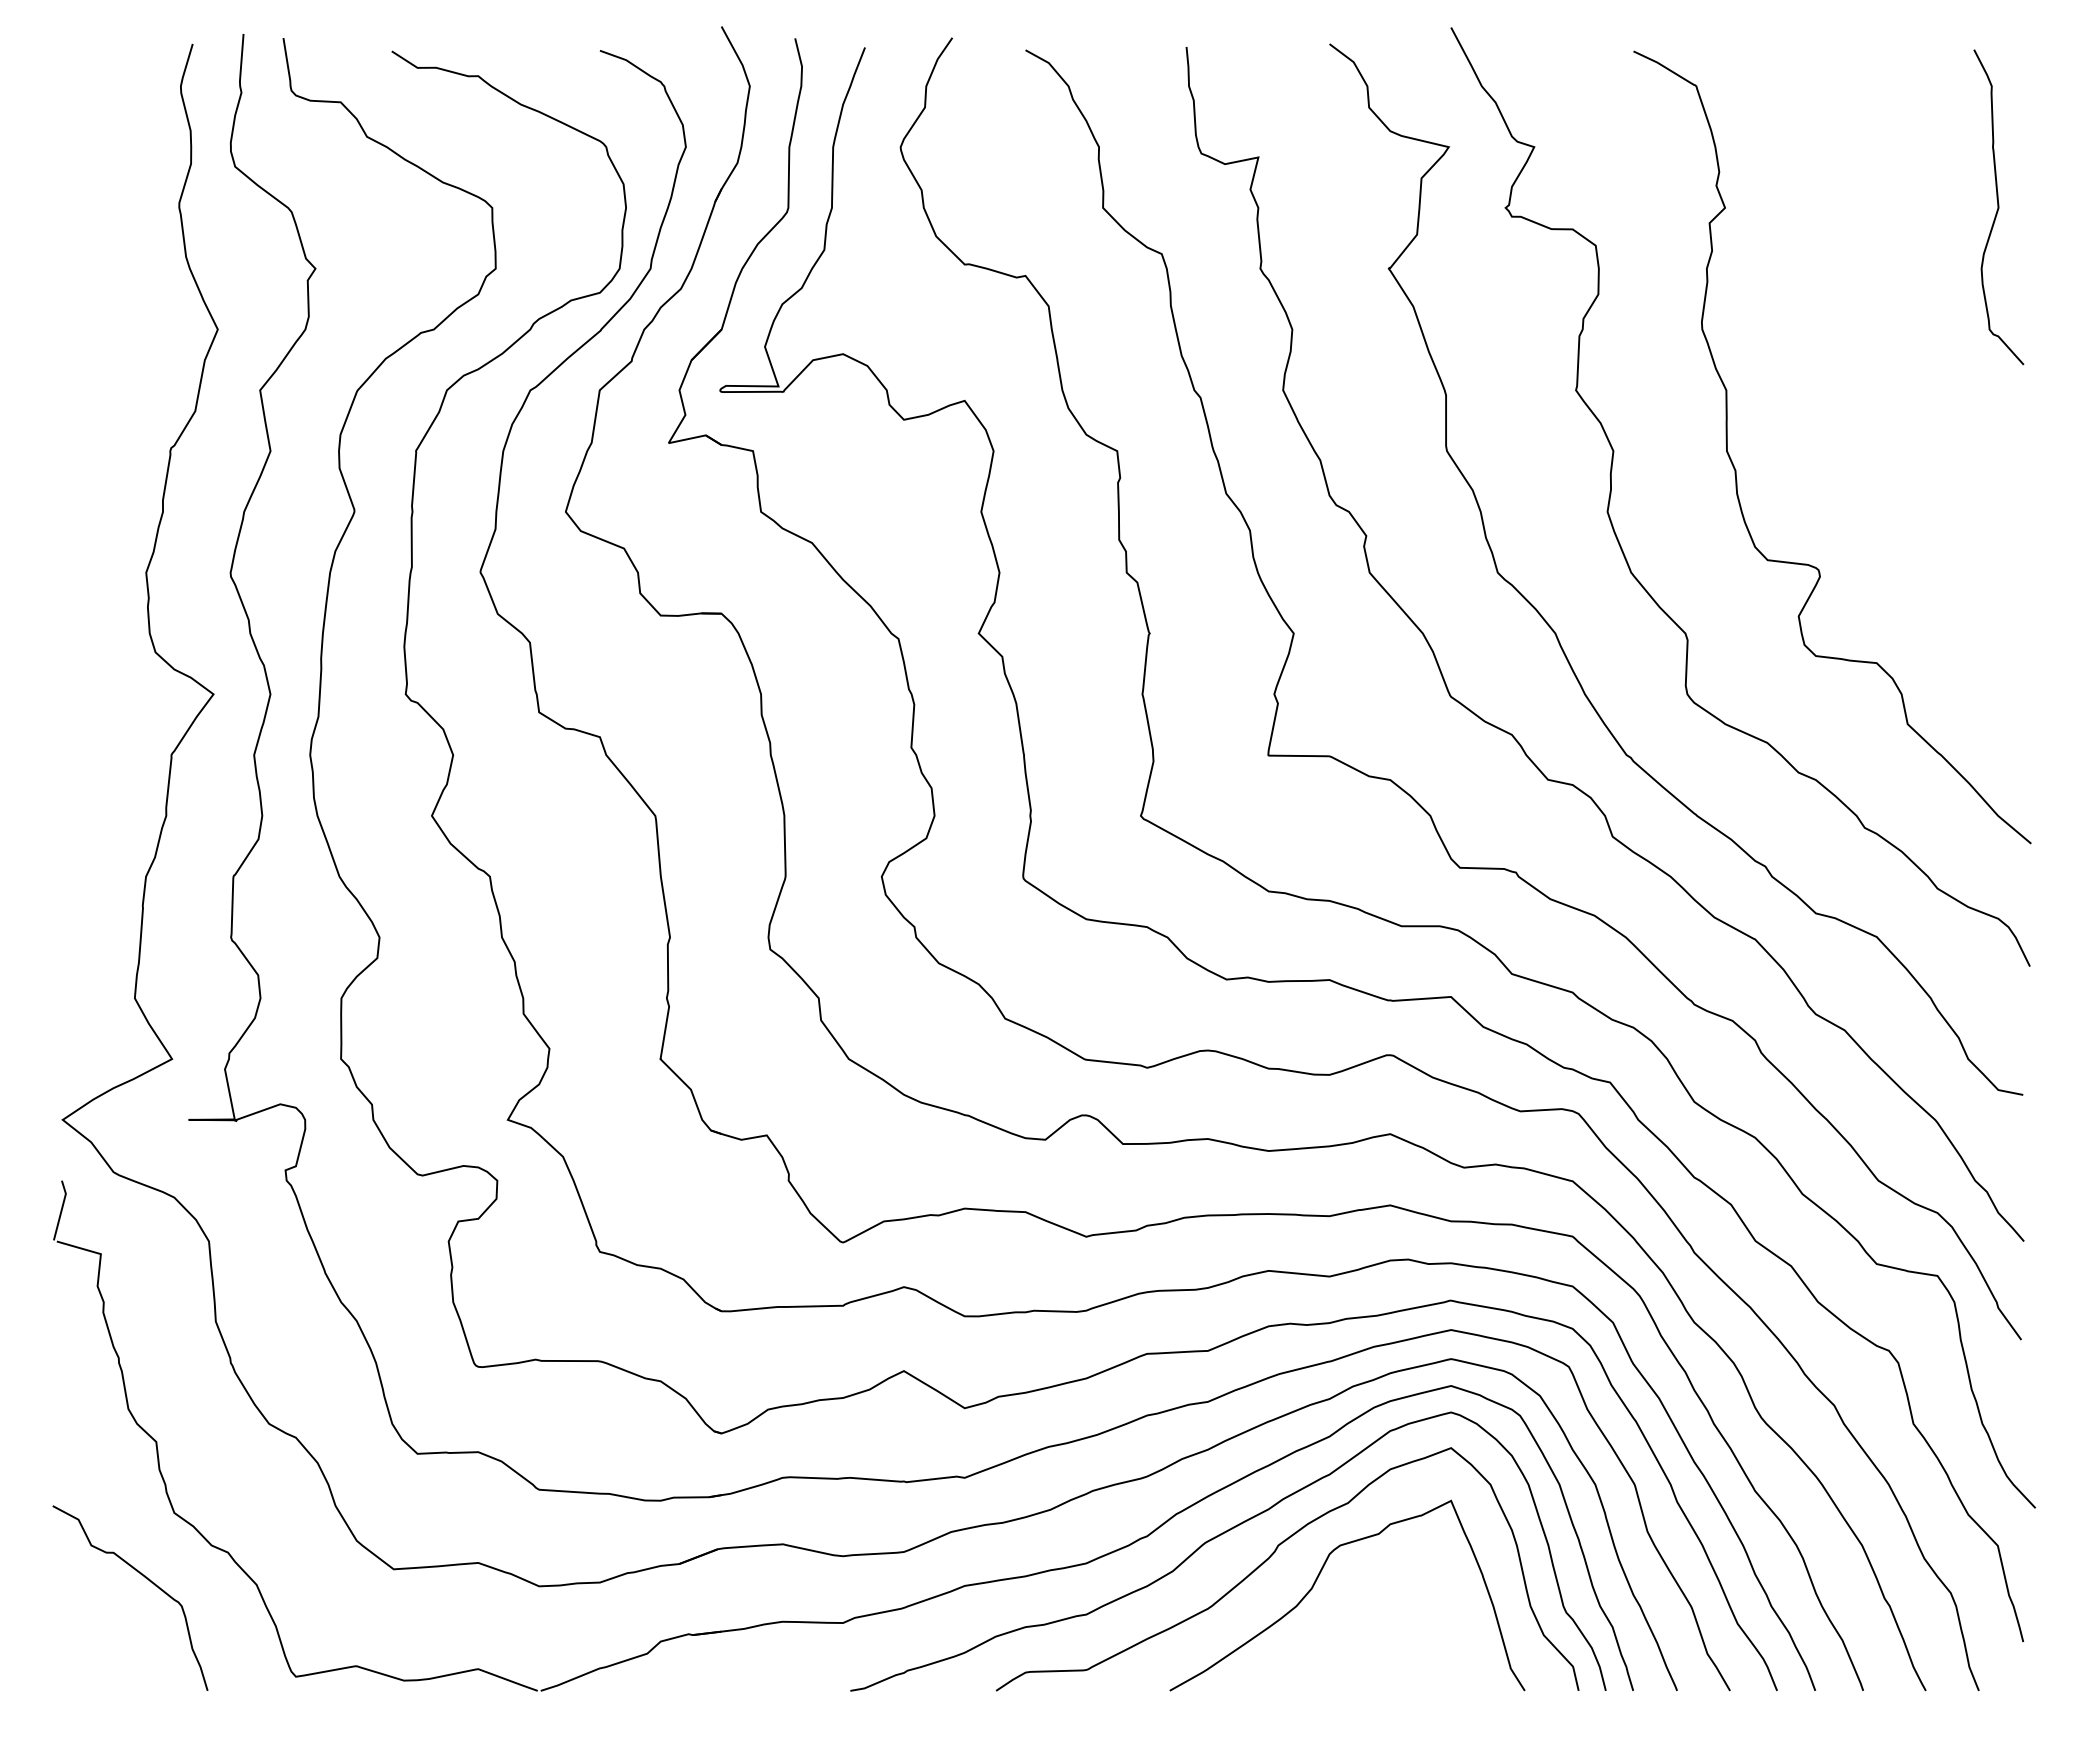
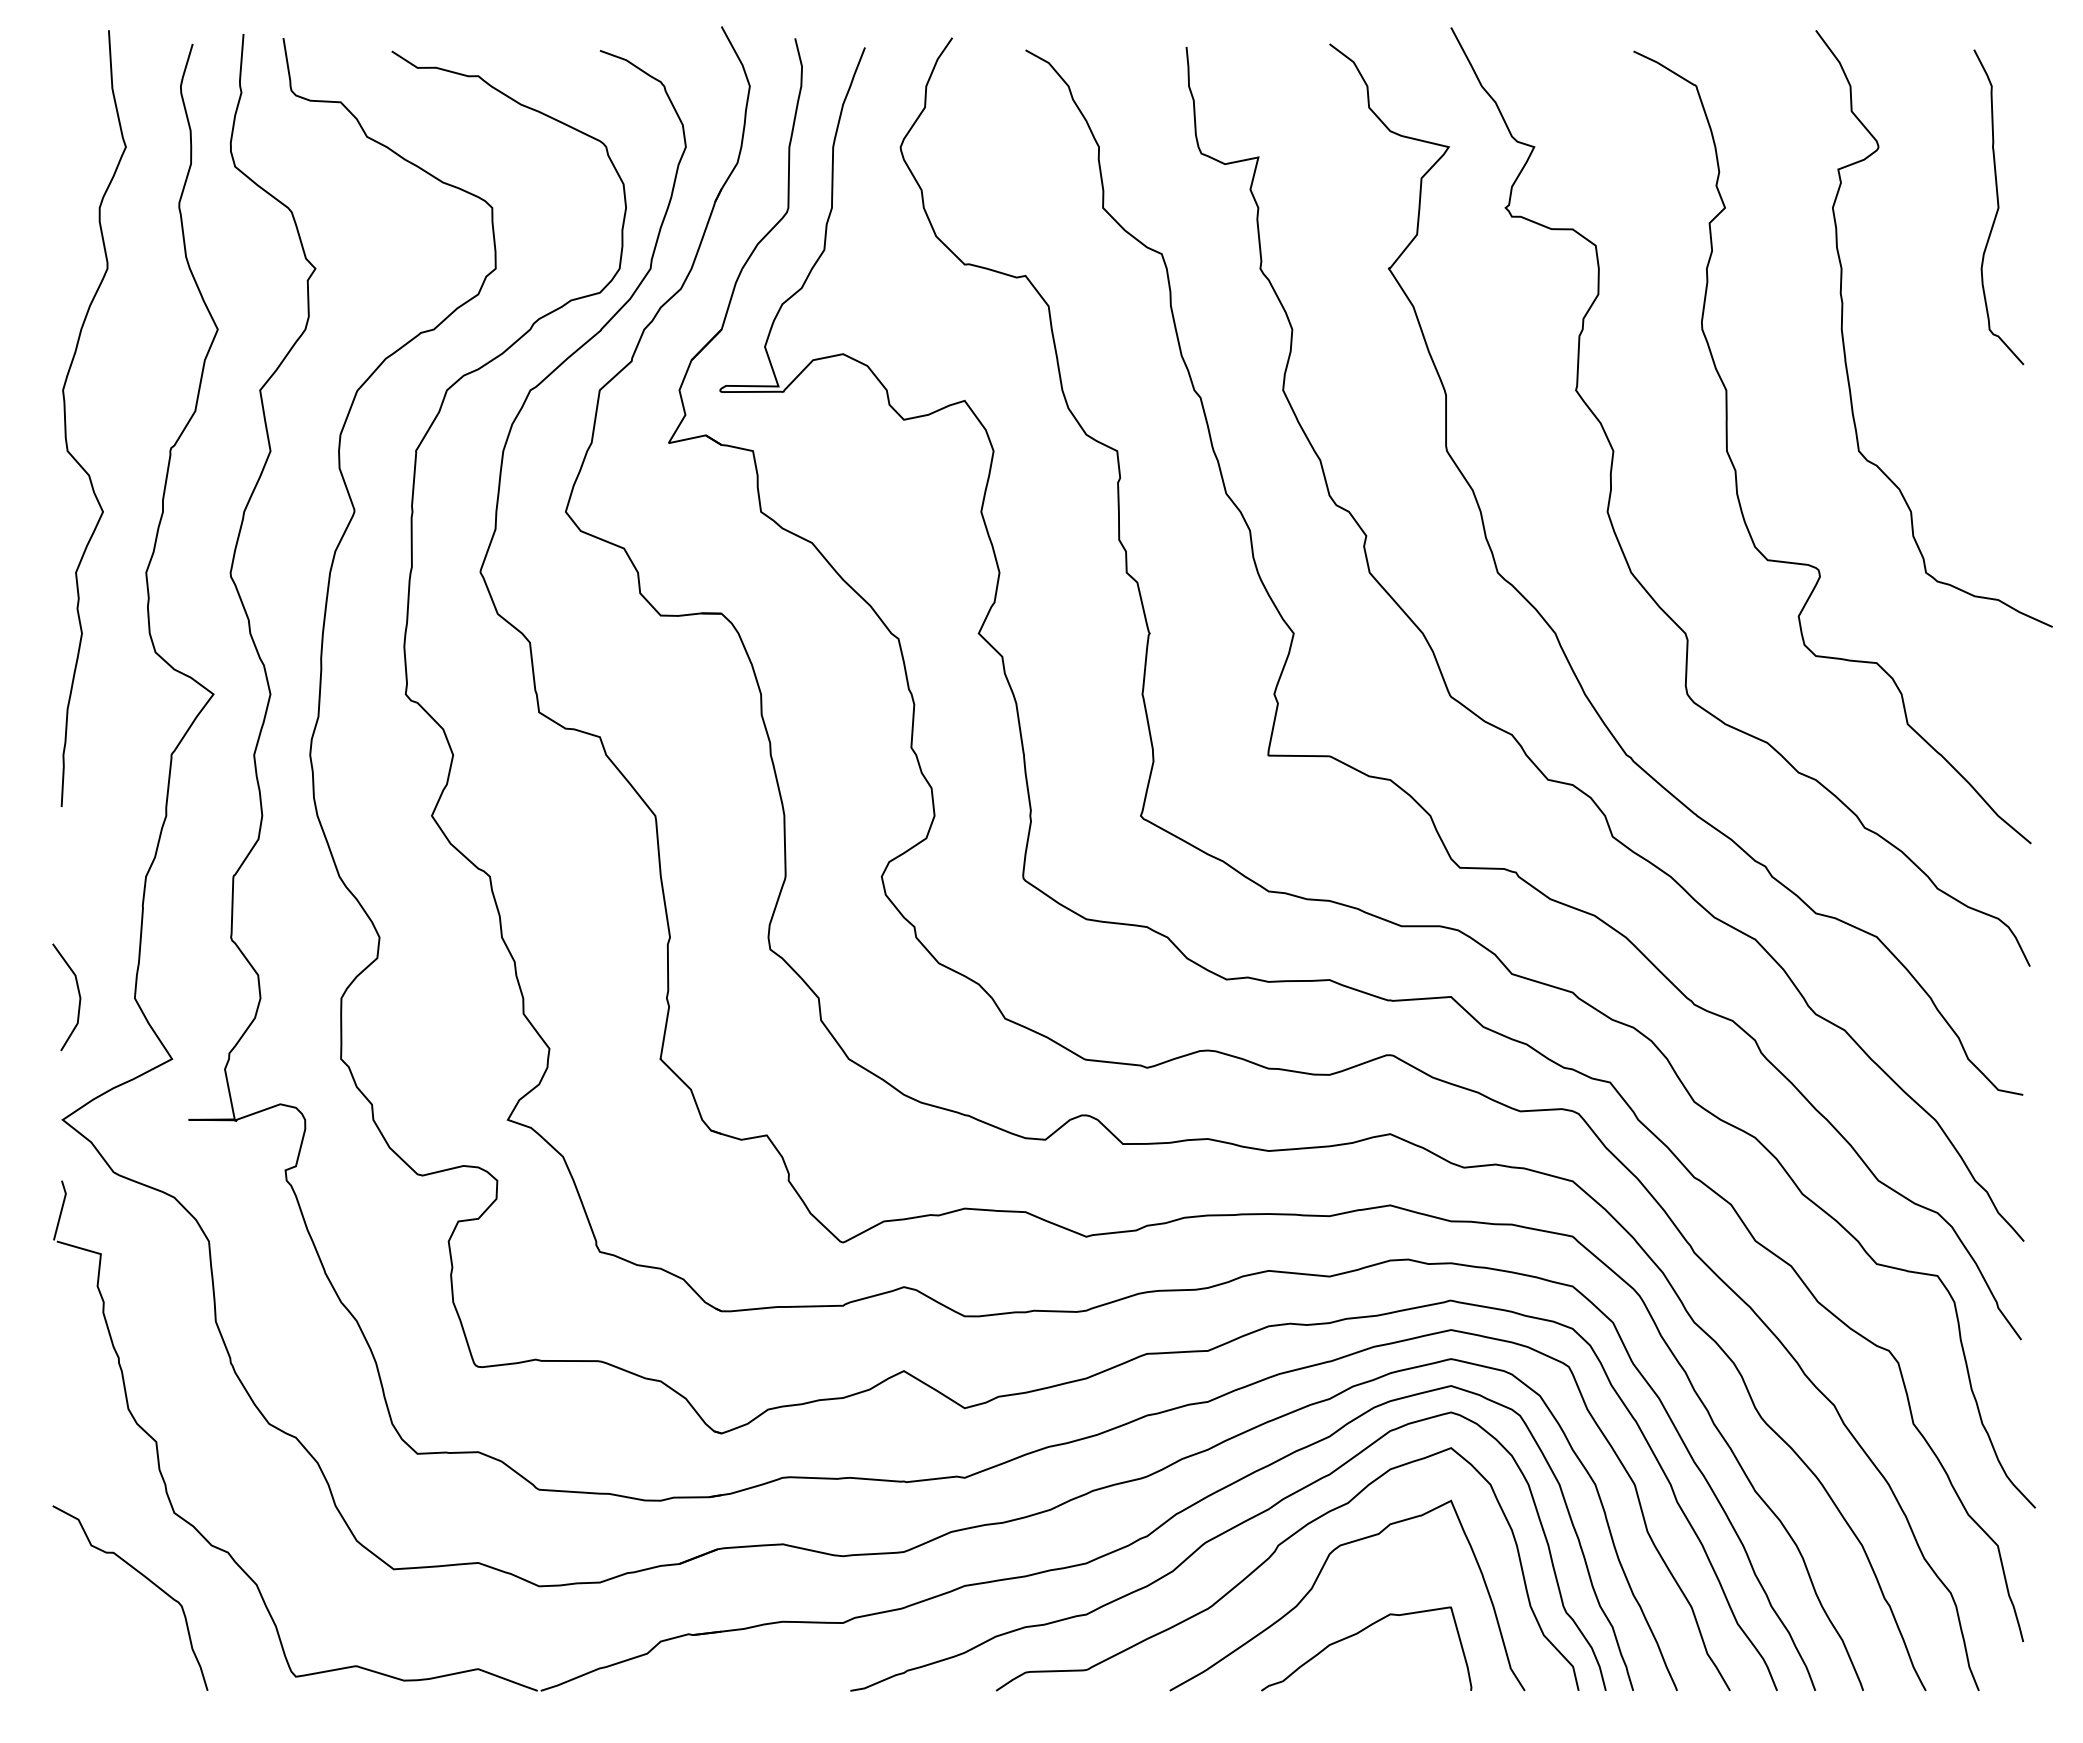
curve at (1844, 341): none -> present
curve at (66, 422): none -> present
line at (78, 995): none -> present
curve at (1359, 1633): none -> present
